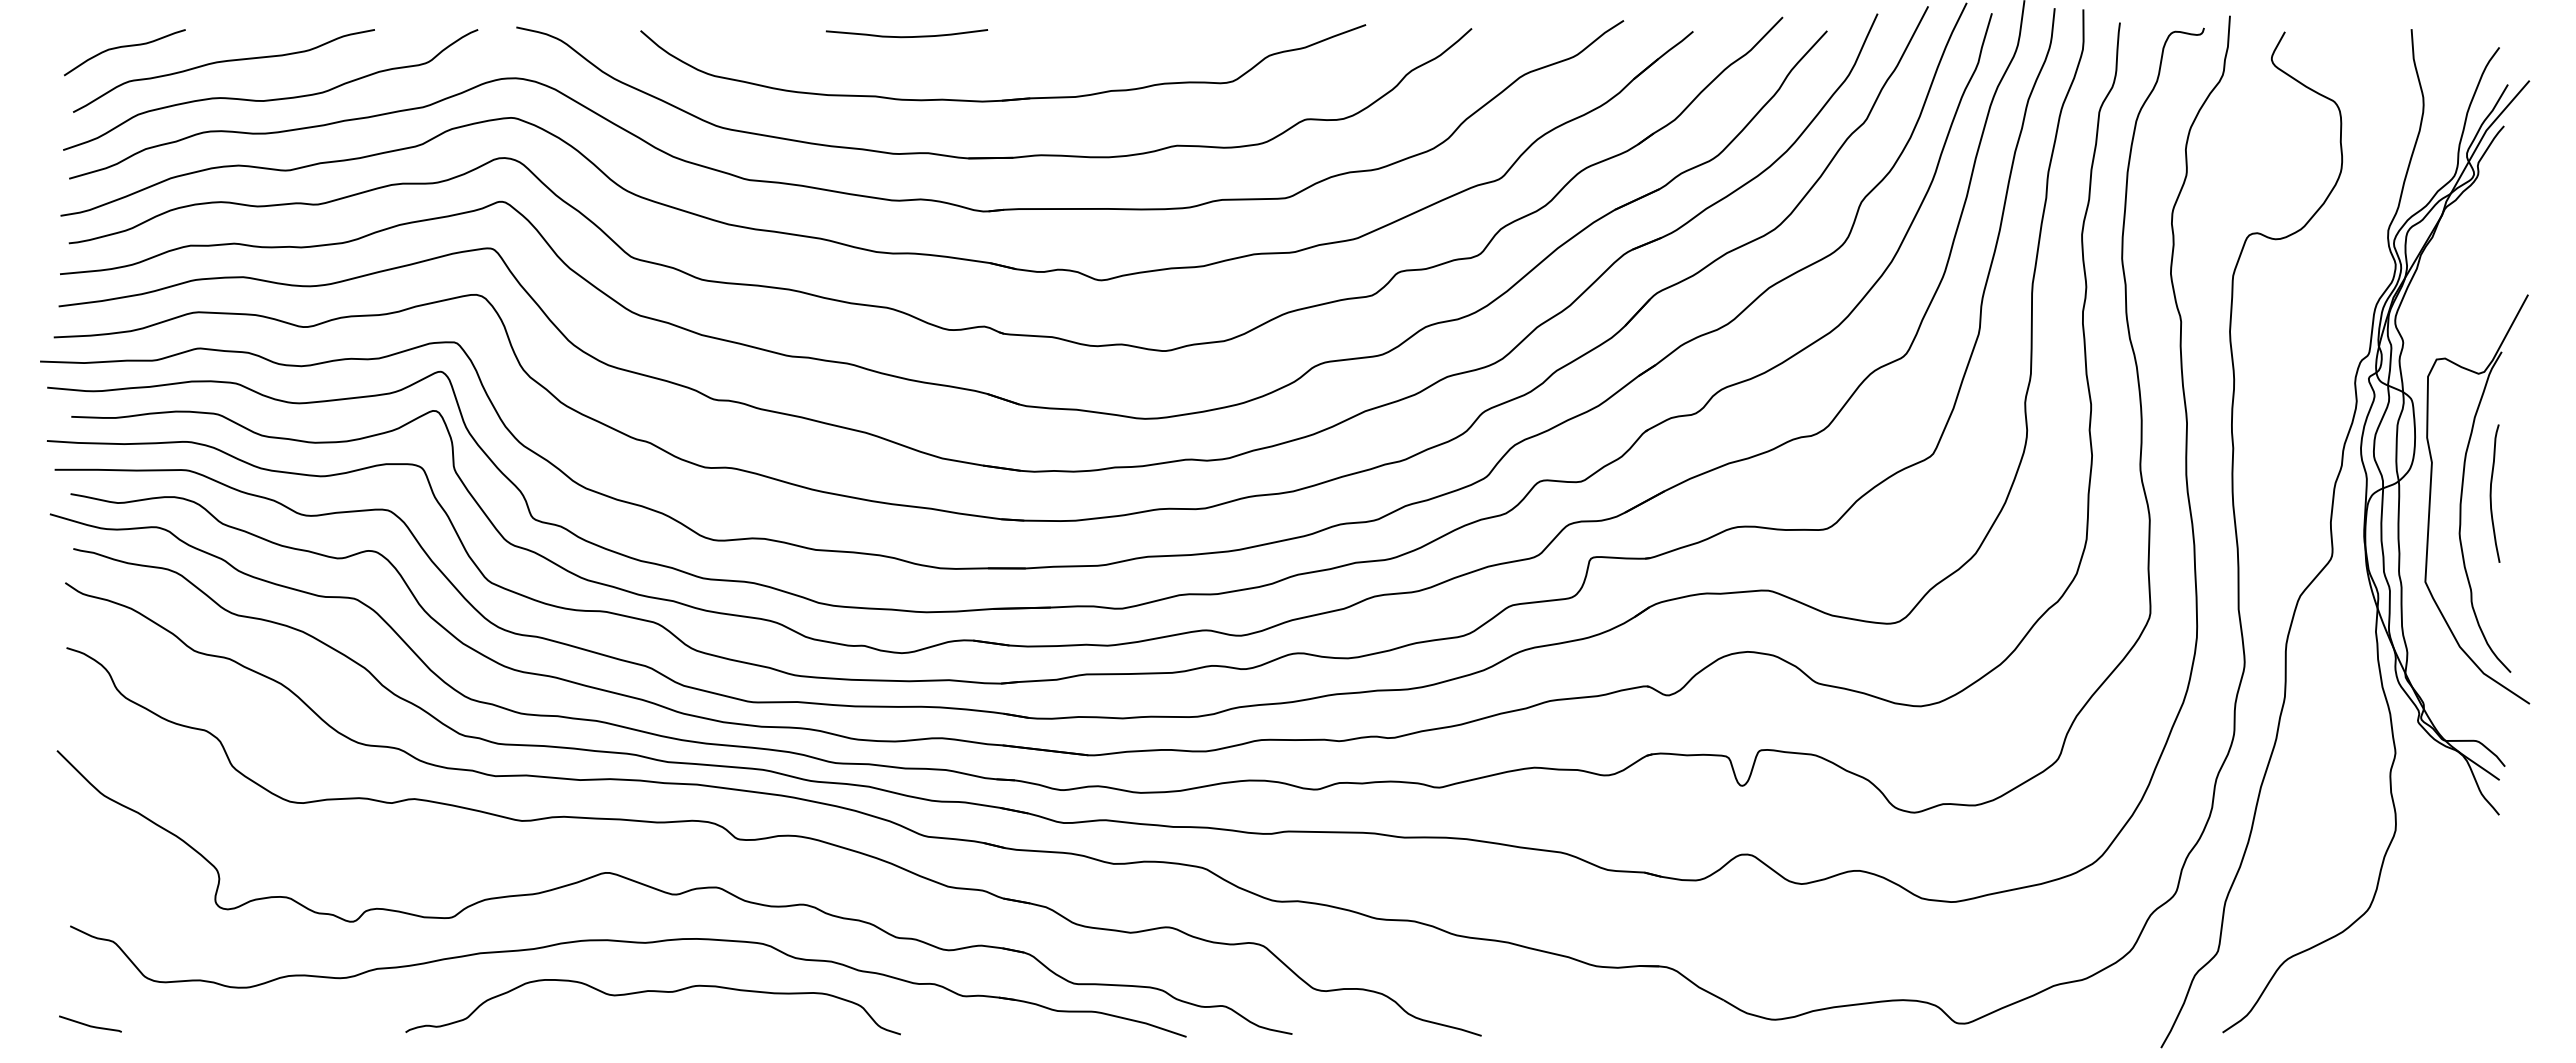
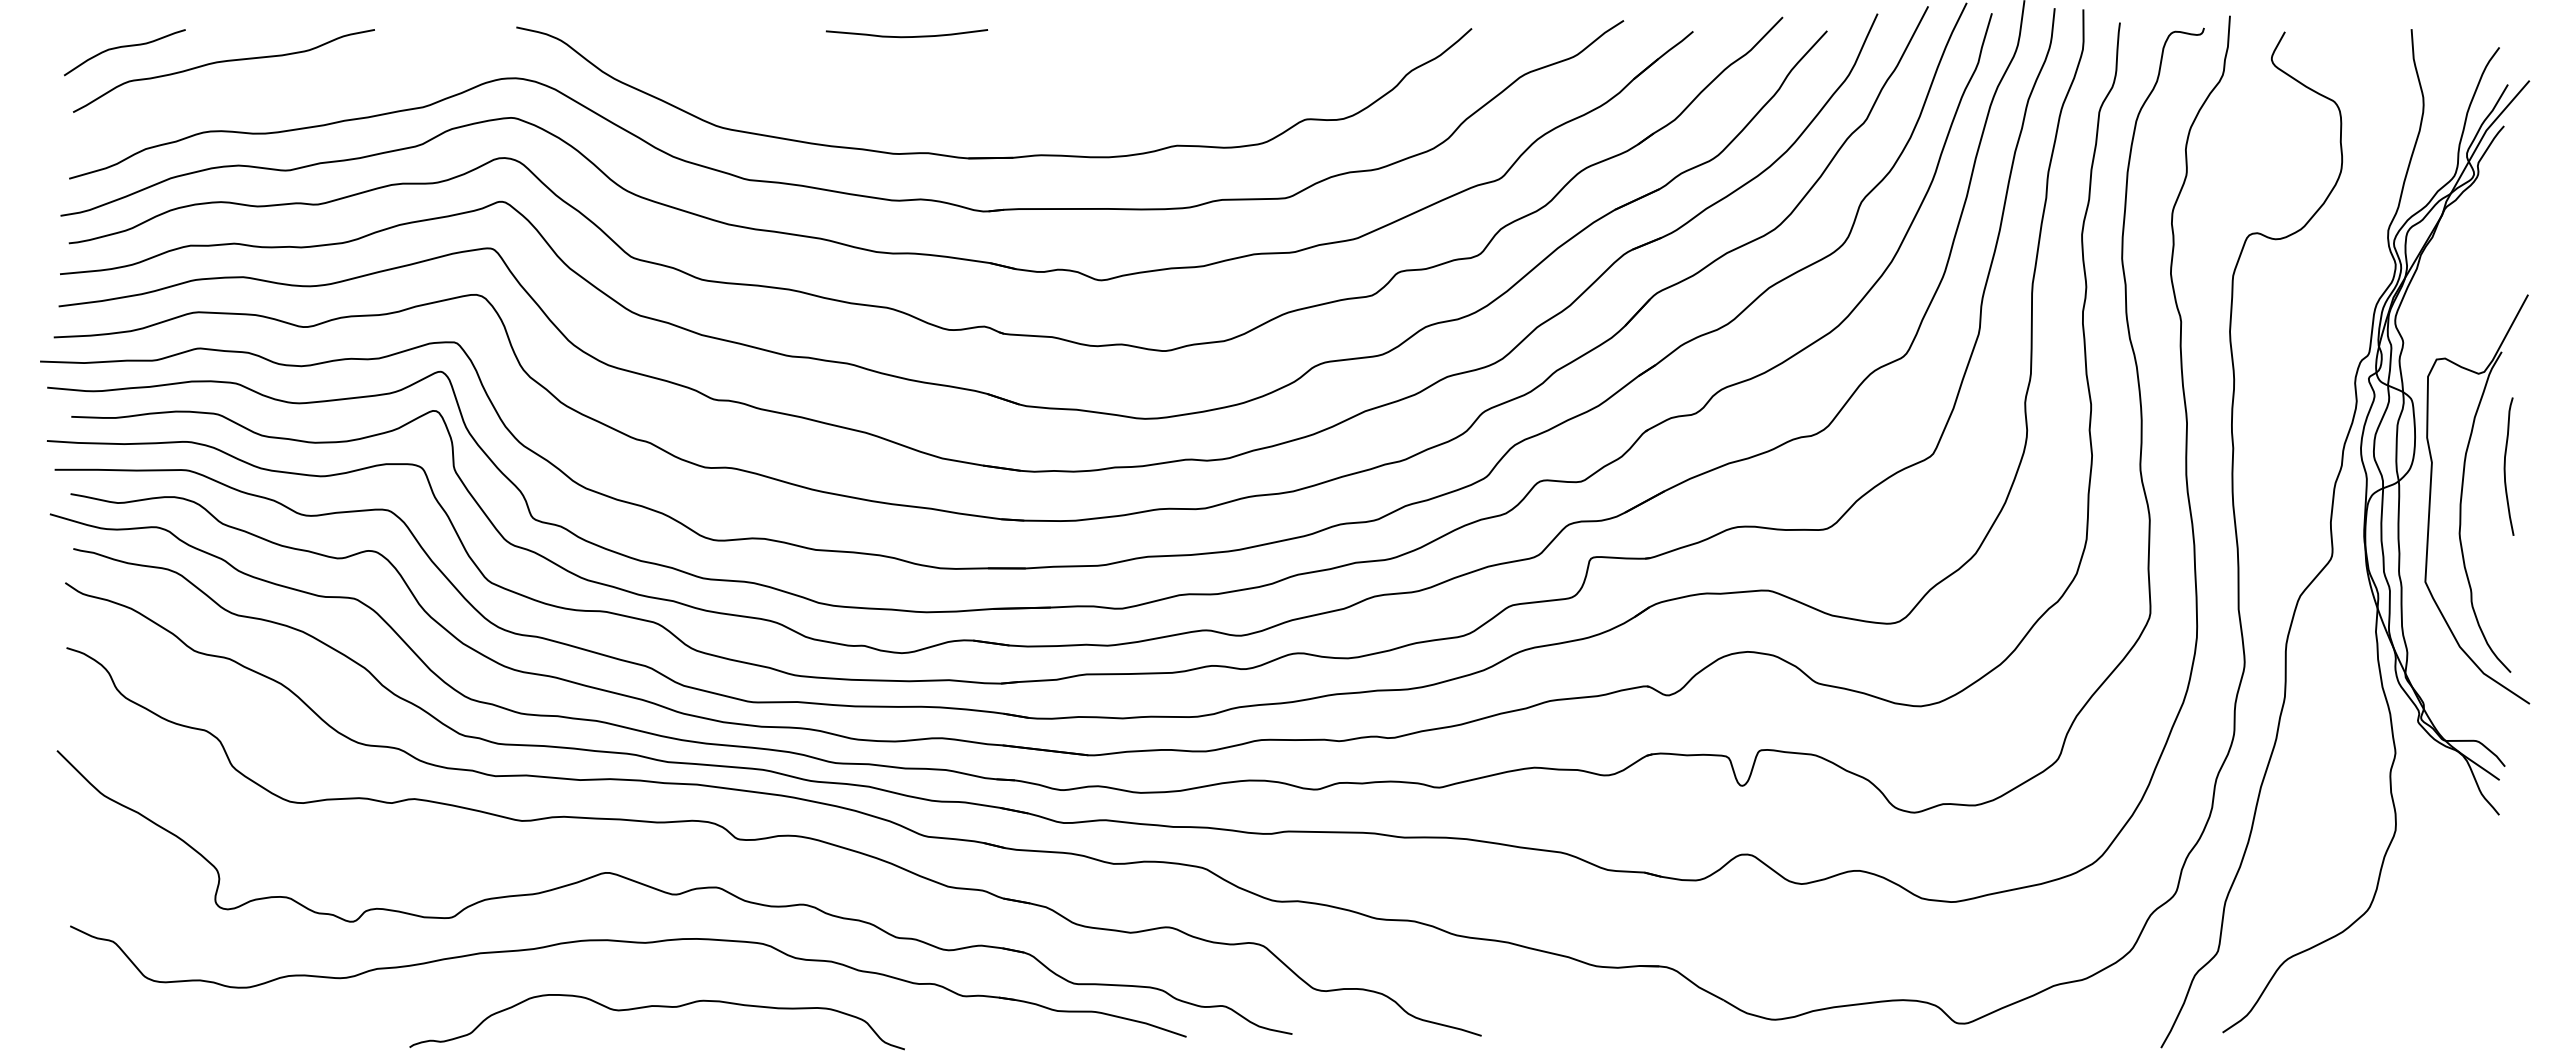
curve at (274, 98): present -> none
part at (1003, 99): present -> none
curve at (2491, 493) position: (2491, 493) -> (2505, 466)
curve at (655, 992) position: (655, 992) -> (659, 1007)
line at (90, 1025): present -> none
